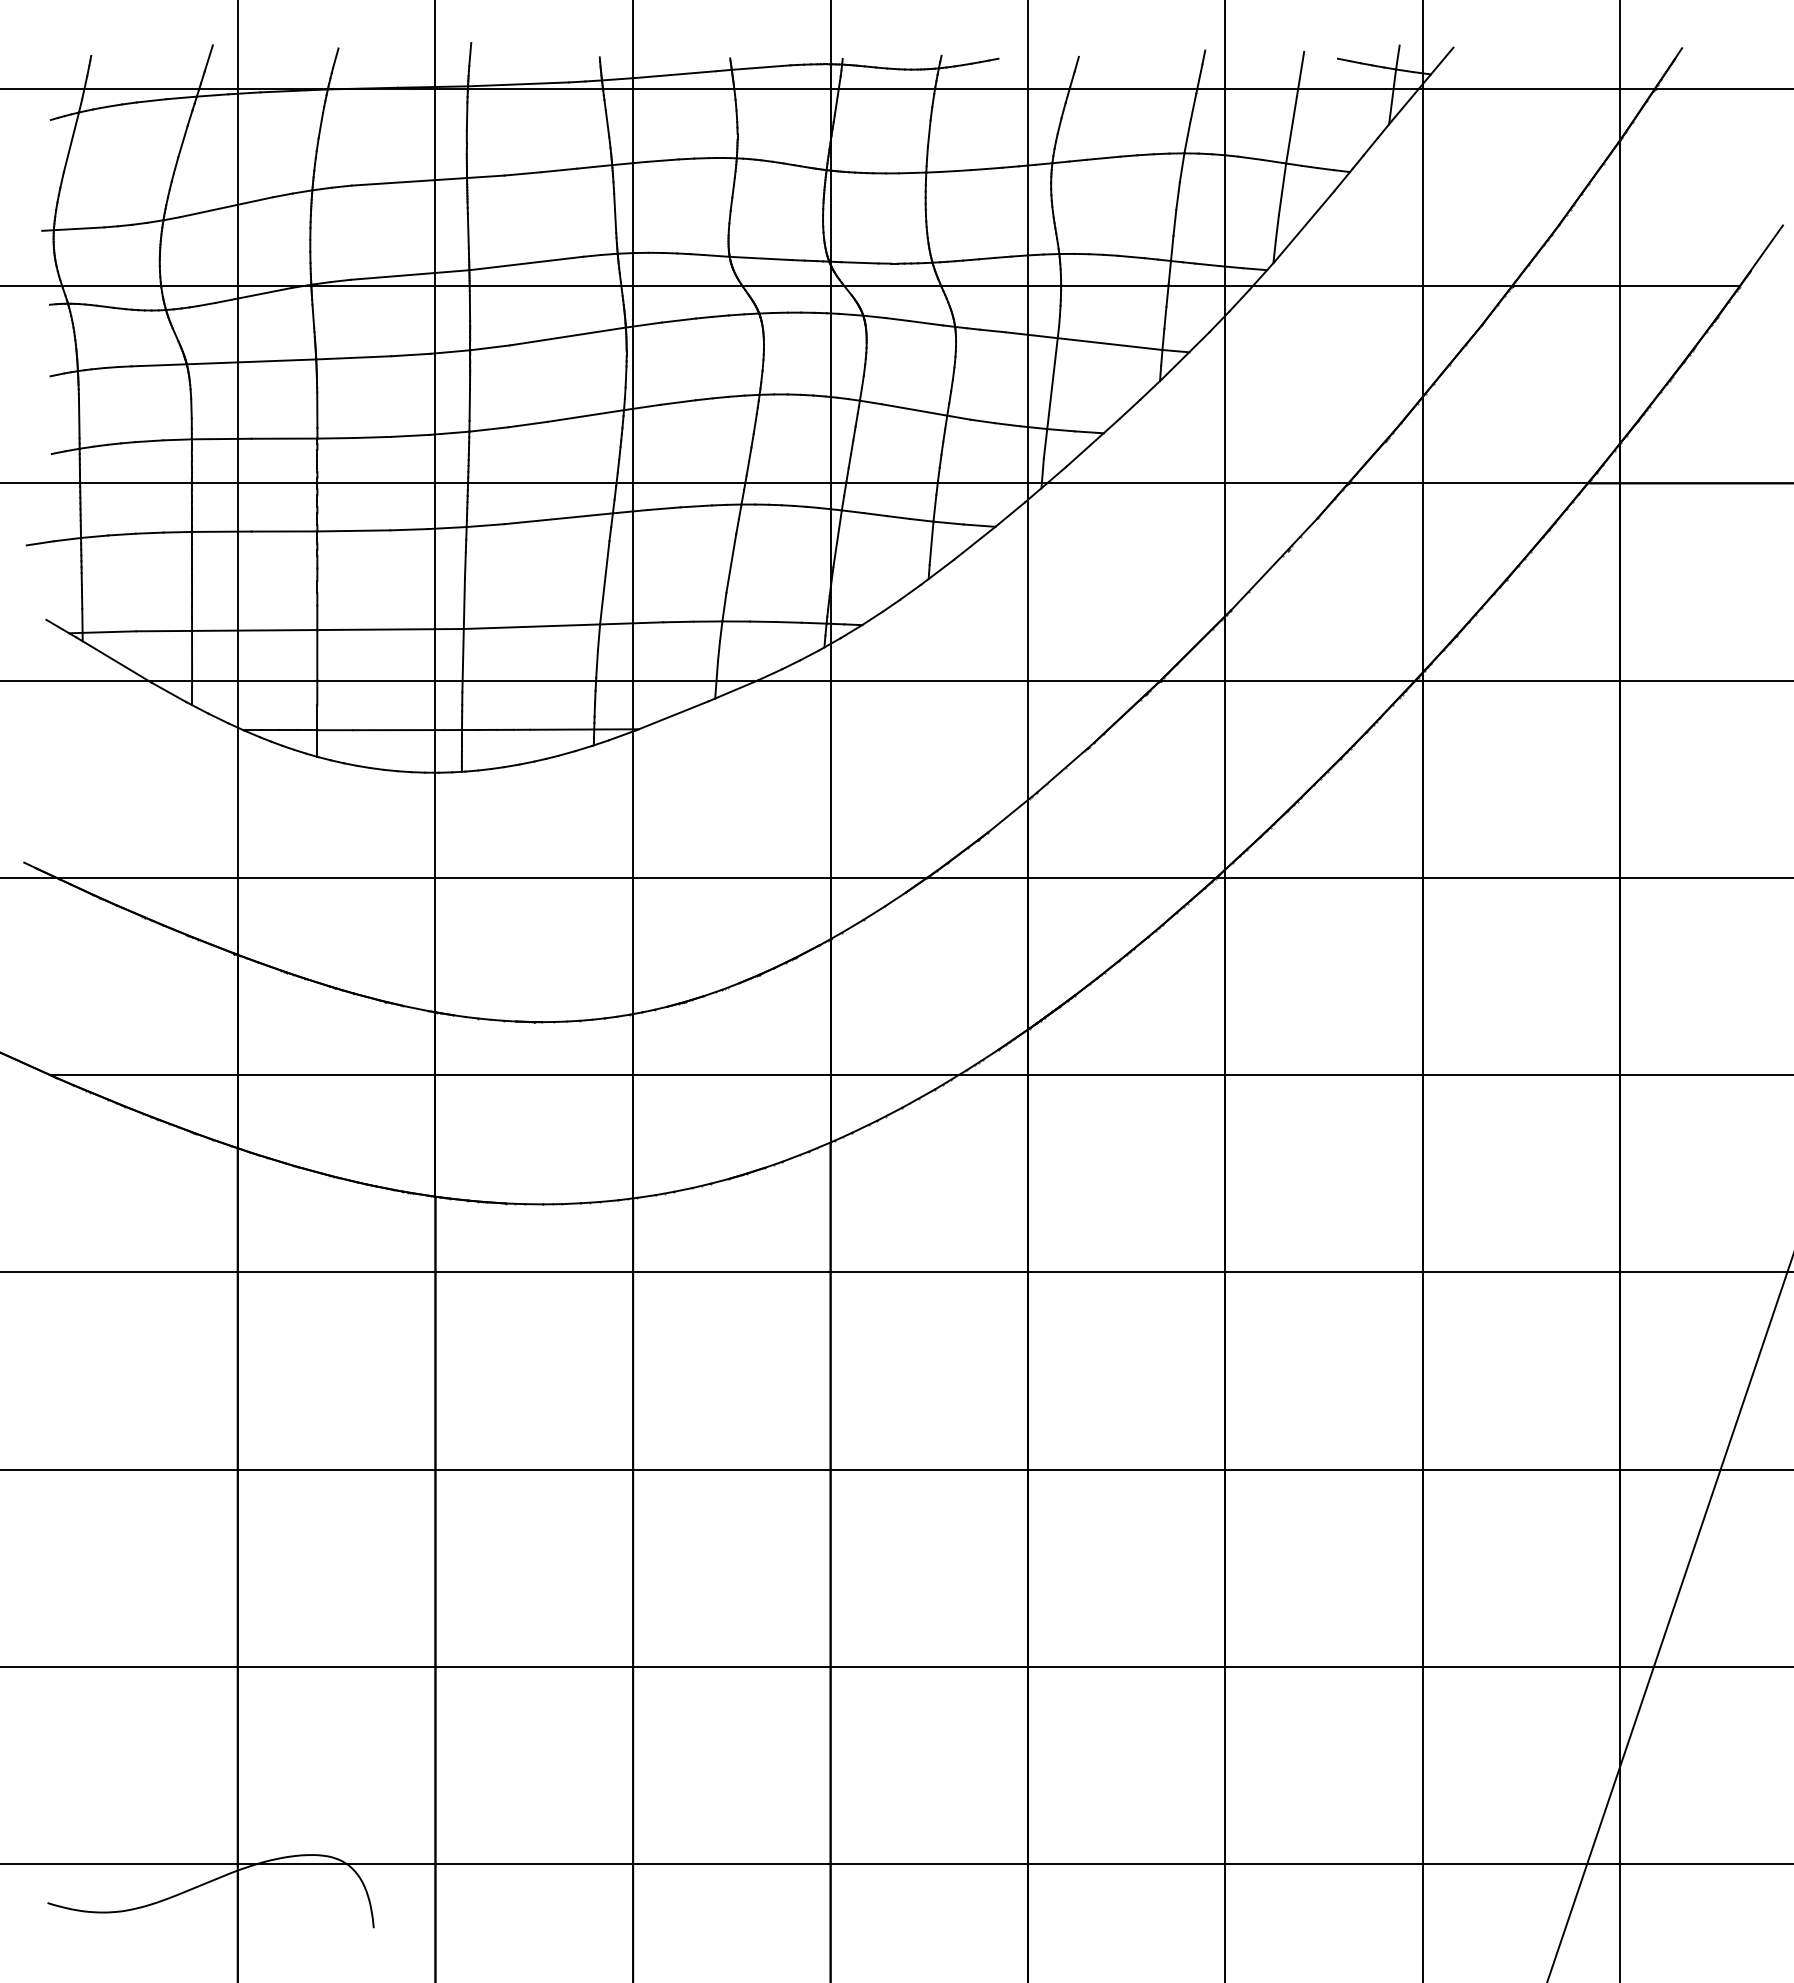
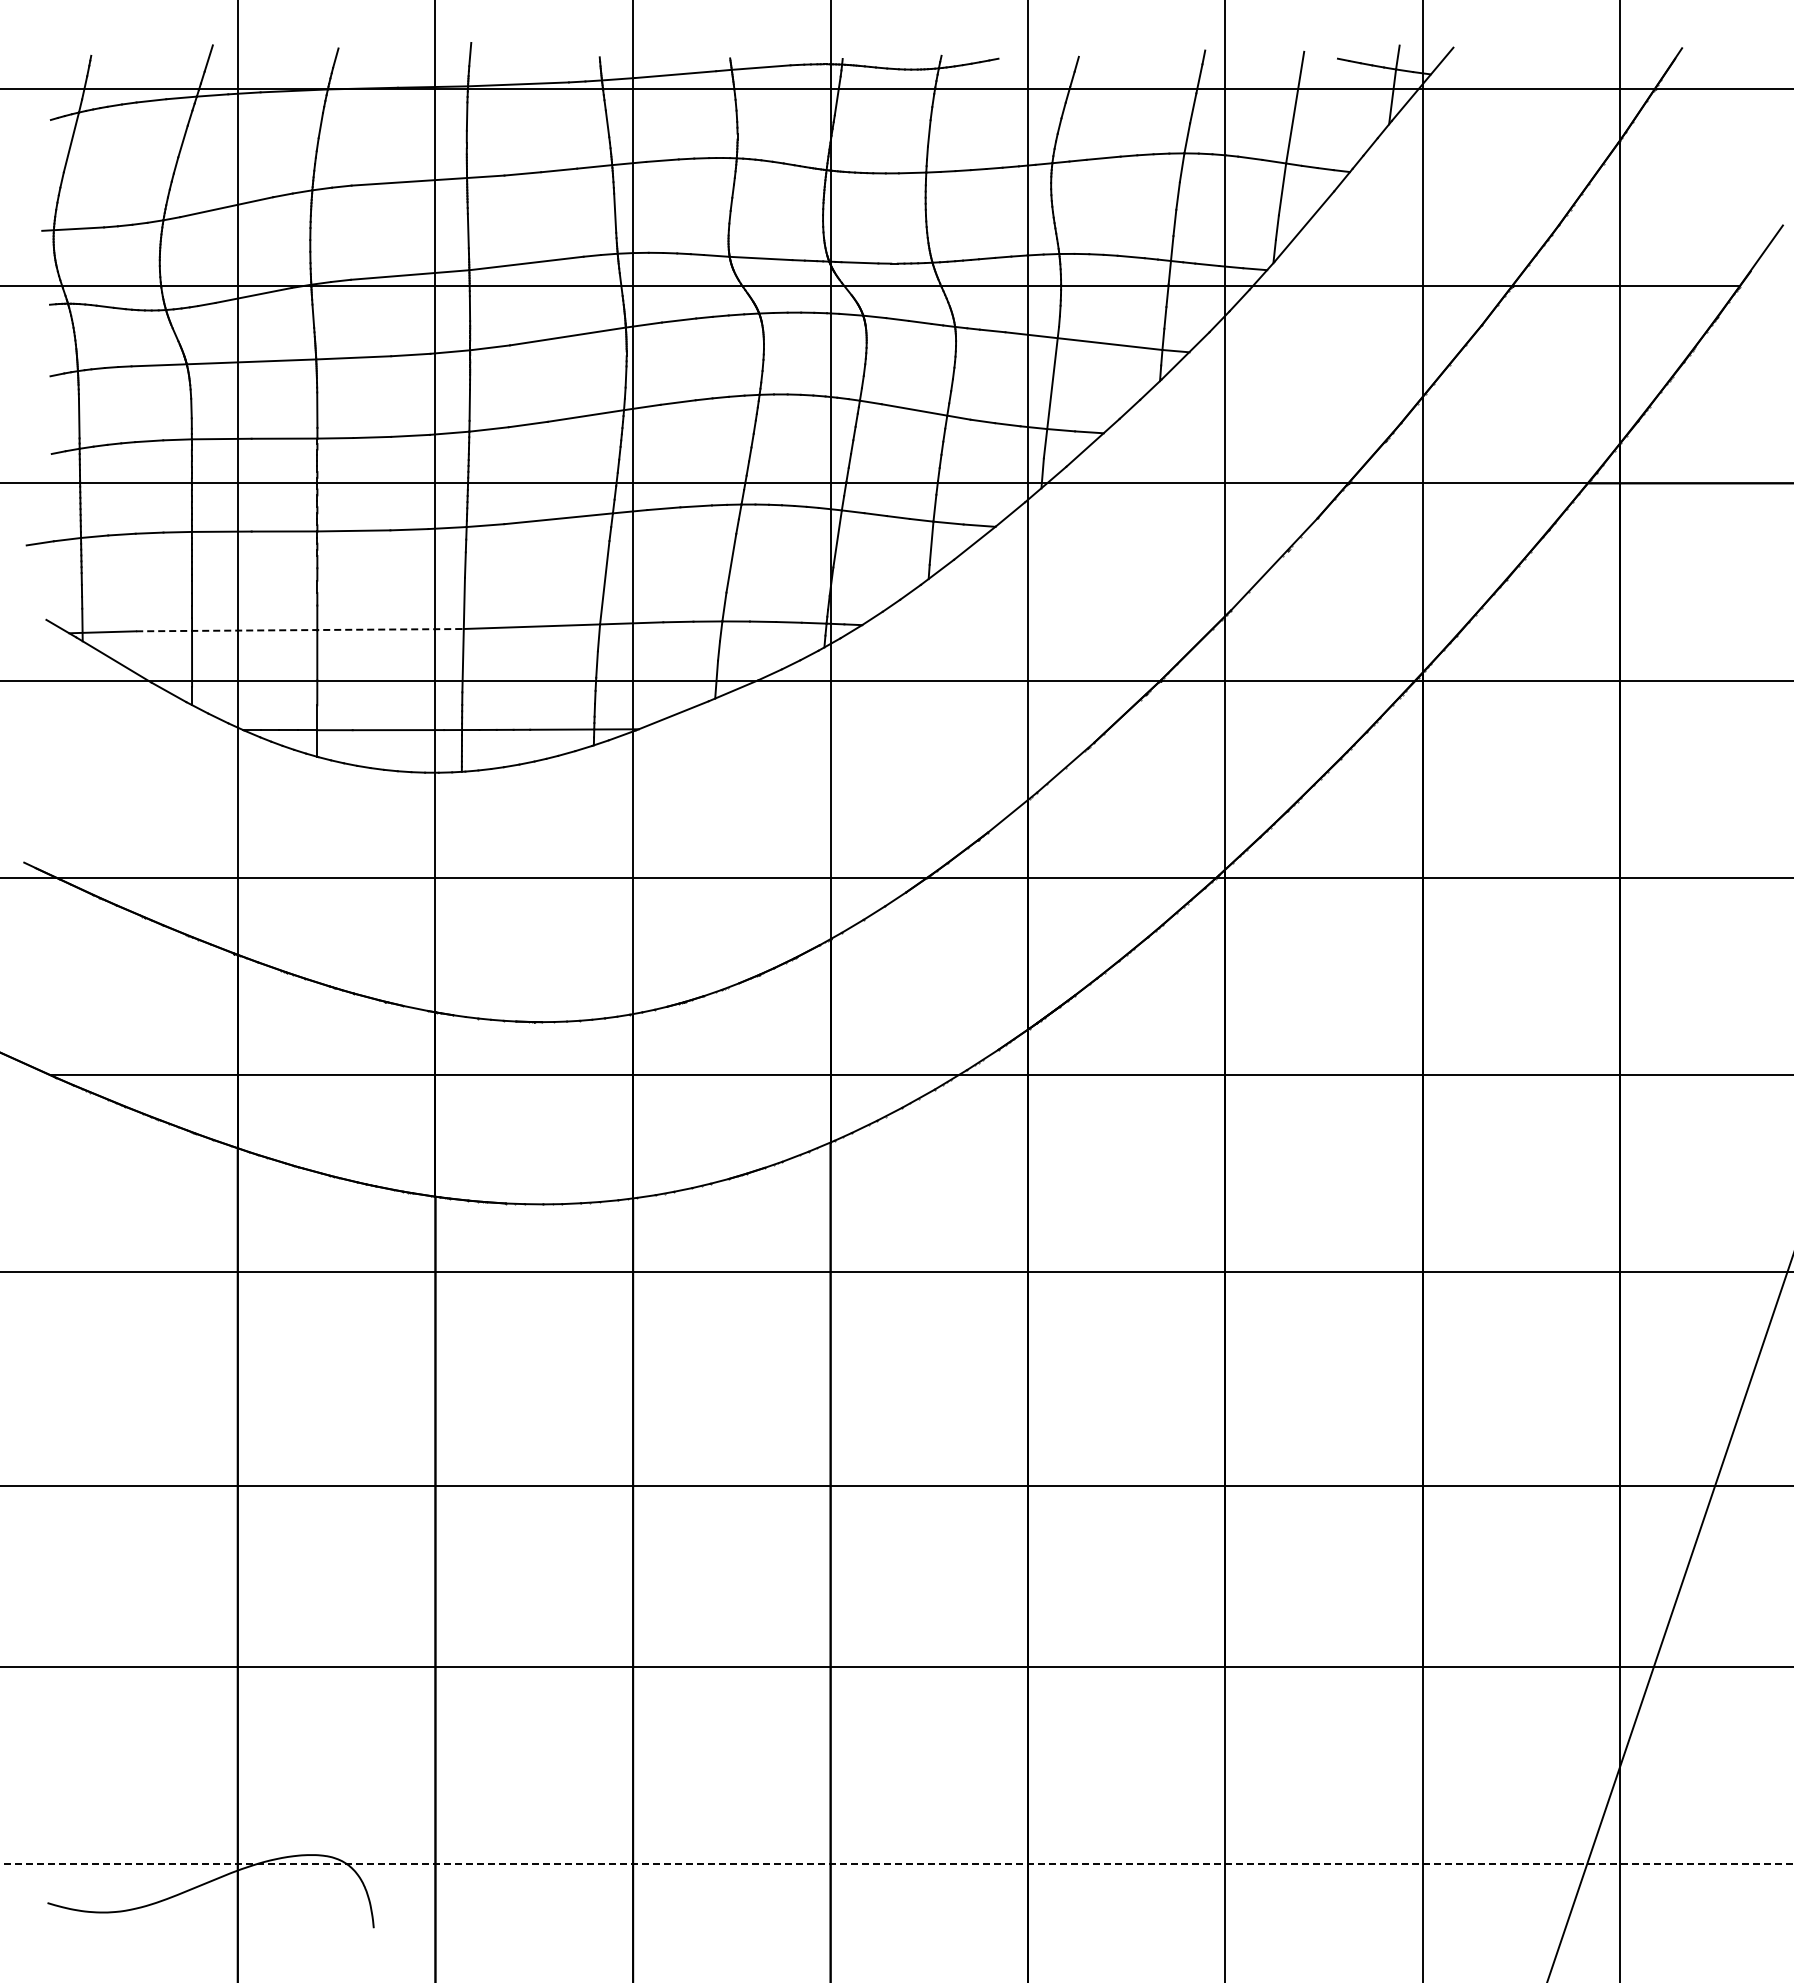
line at (299, 630): solid -> dashed
line at (896, 1469) position: (896, 1469) -> (896, 1485)
line at (897, 1864): solid -> dashed
